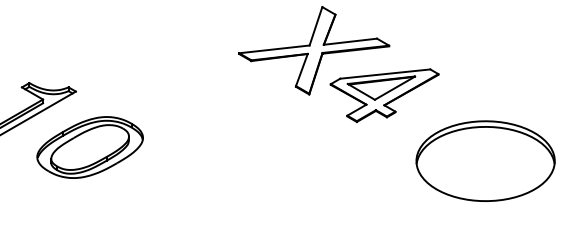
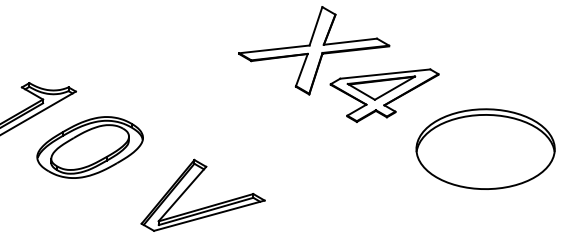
part at (485, 160) position: (485, 160) -> (485, 148)
part at (205, 206): none -> present
